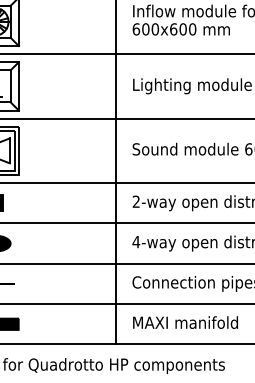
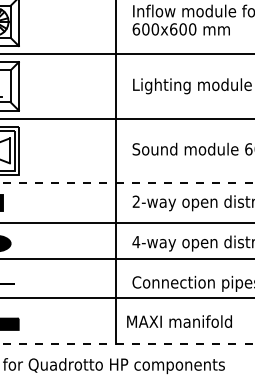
line at (127, 183): solid -> dashed
line at (126, 263) position: (126, 263) -> (126, 258)
line at (126, 304) position: (126, 304) -> (126, 298)
text at (185, 322) position: (185, 322) -> (179, 321)
line at (127, 344): solid -> dashed
